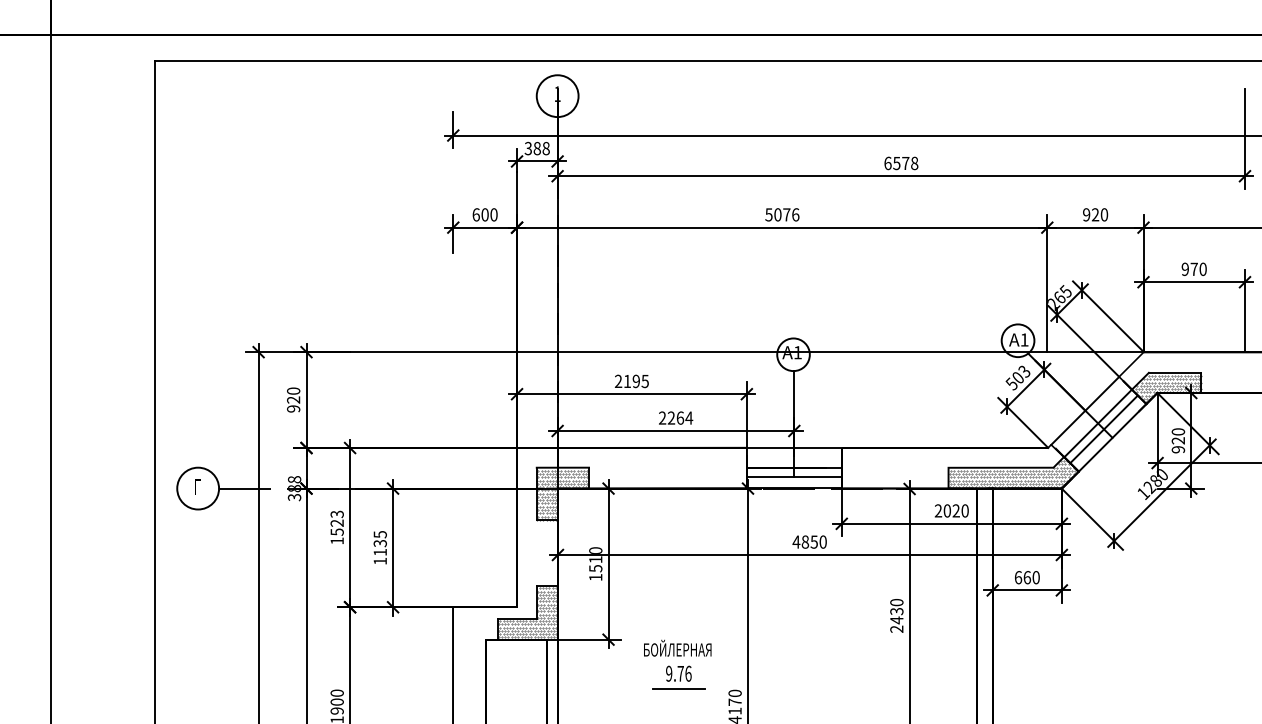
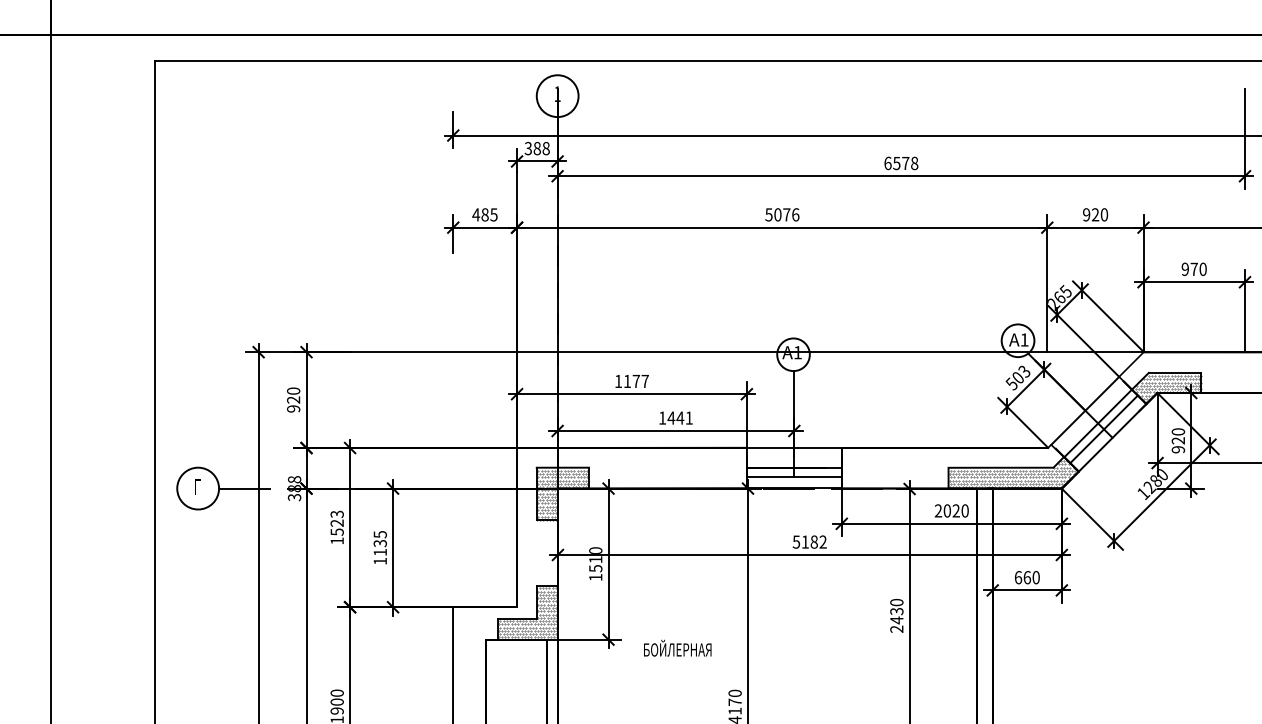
text at (484, 214): 600 -> 485
text at (631, 381): 2195 -> 1177
text at (676, 417): 2264 -> 1441
text at (809, 541): 4850 -> 5182
part at (678, 677): present -> none
